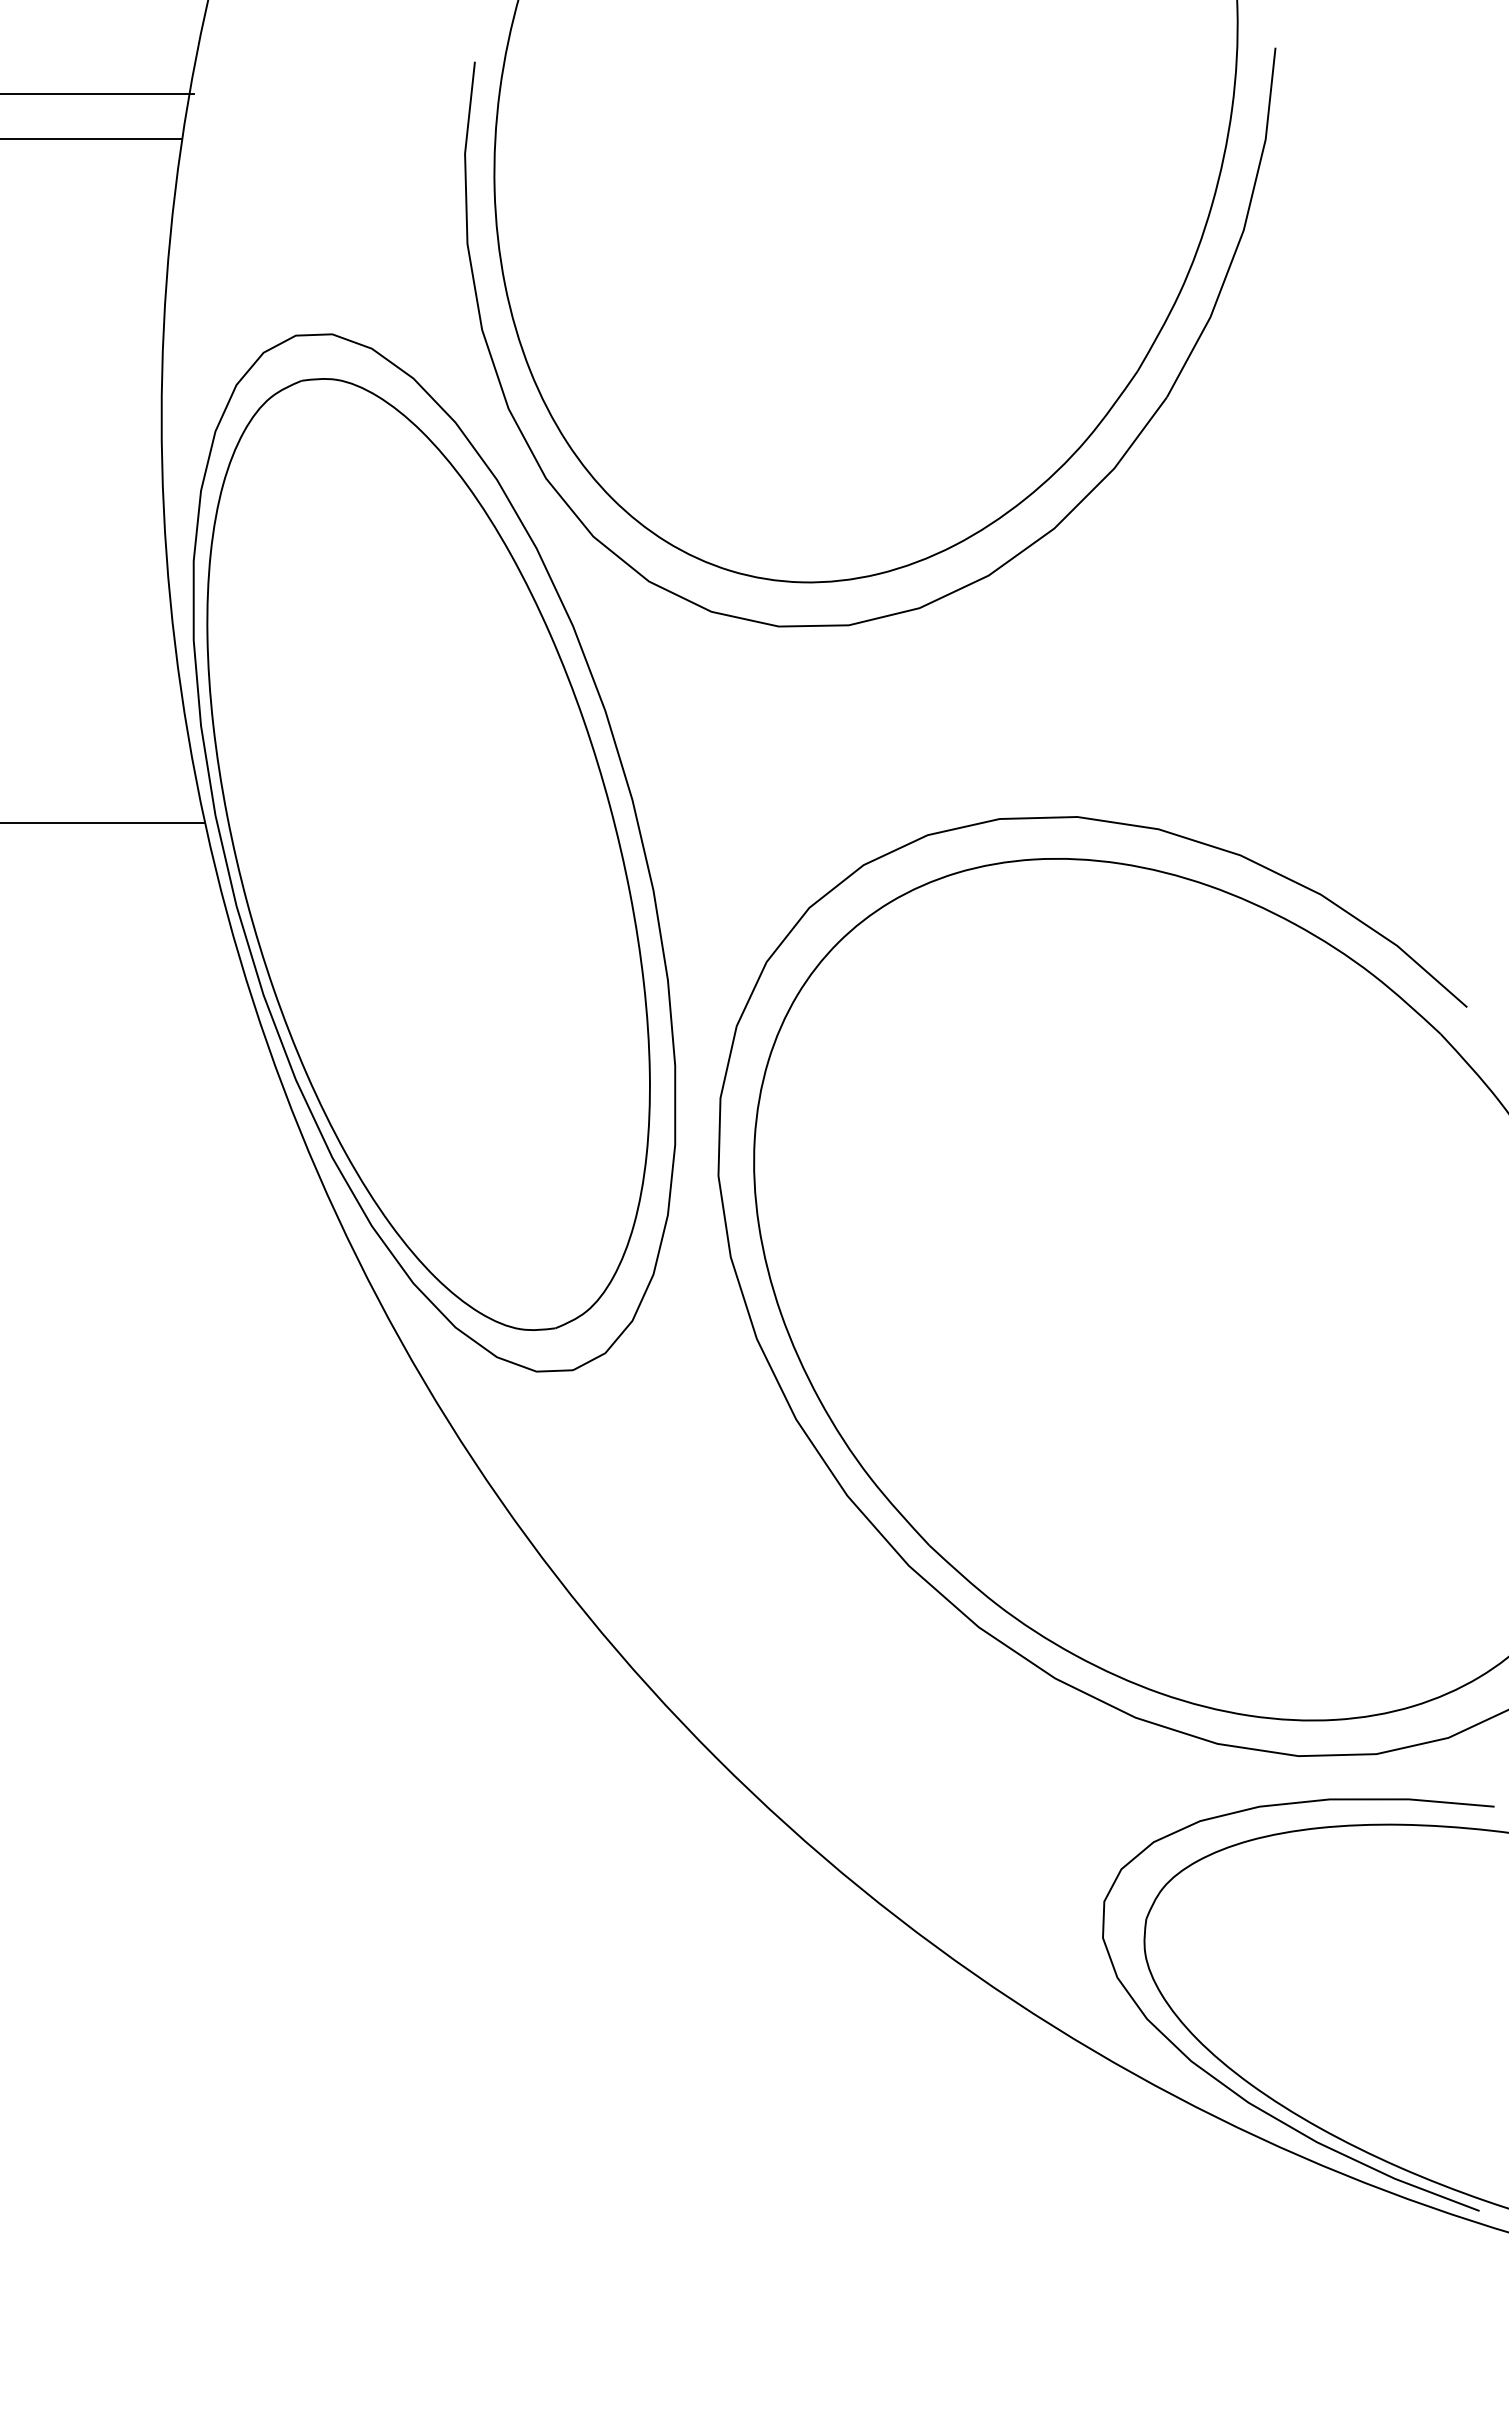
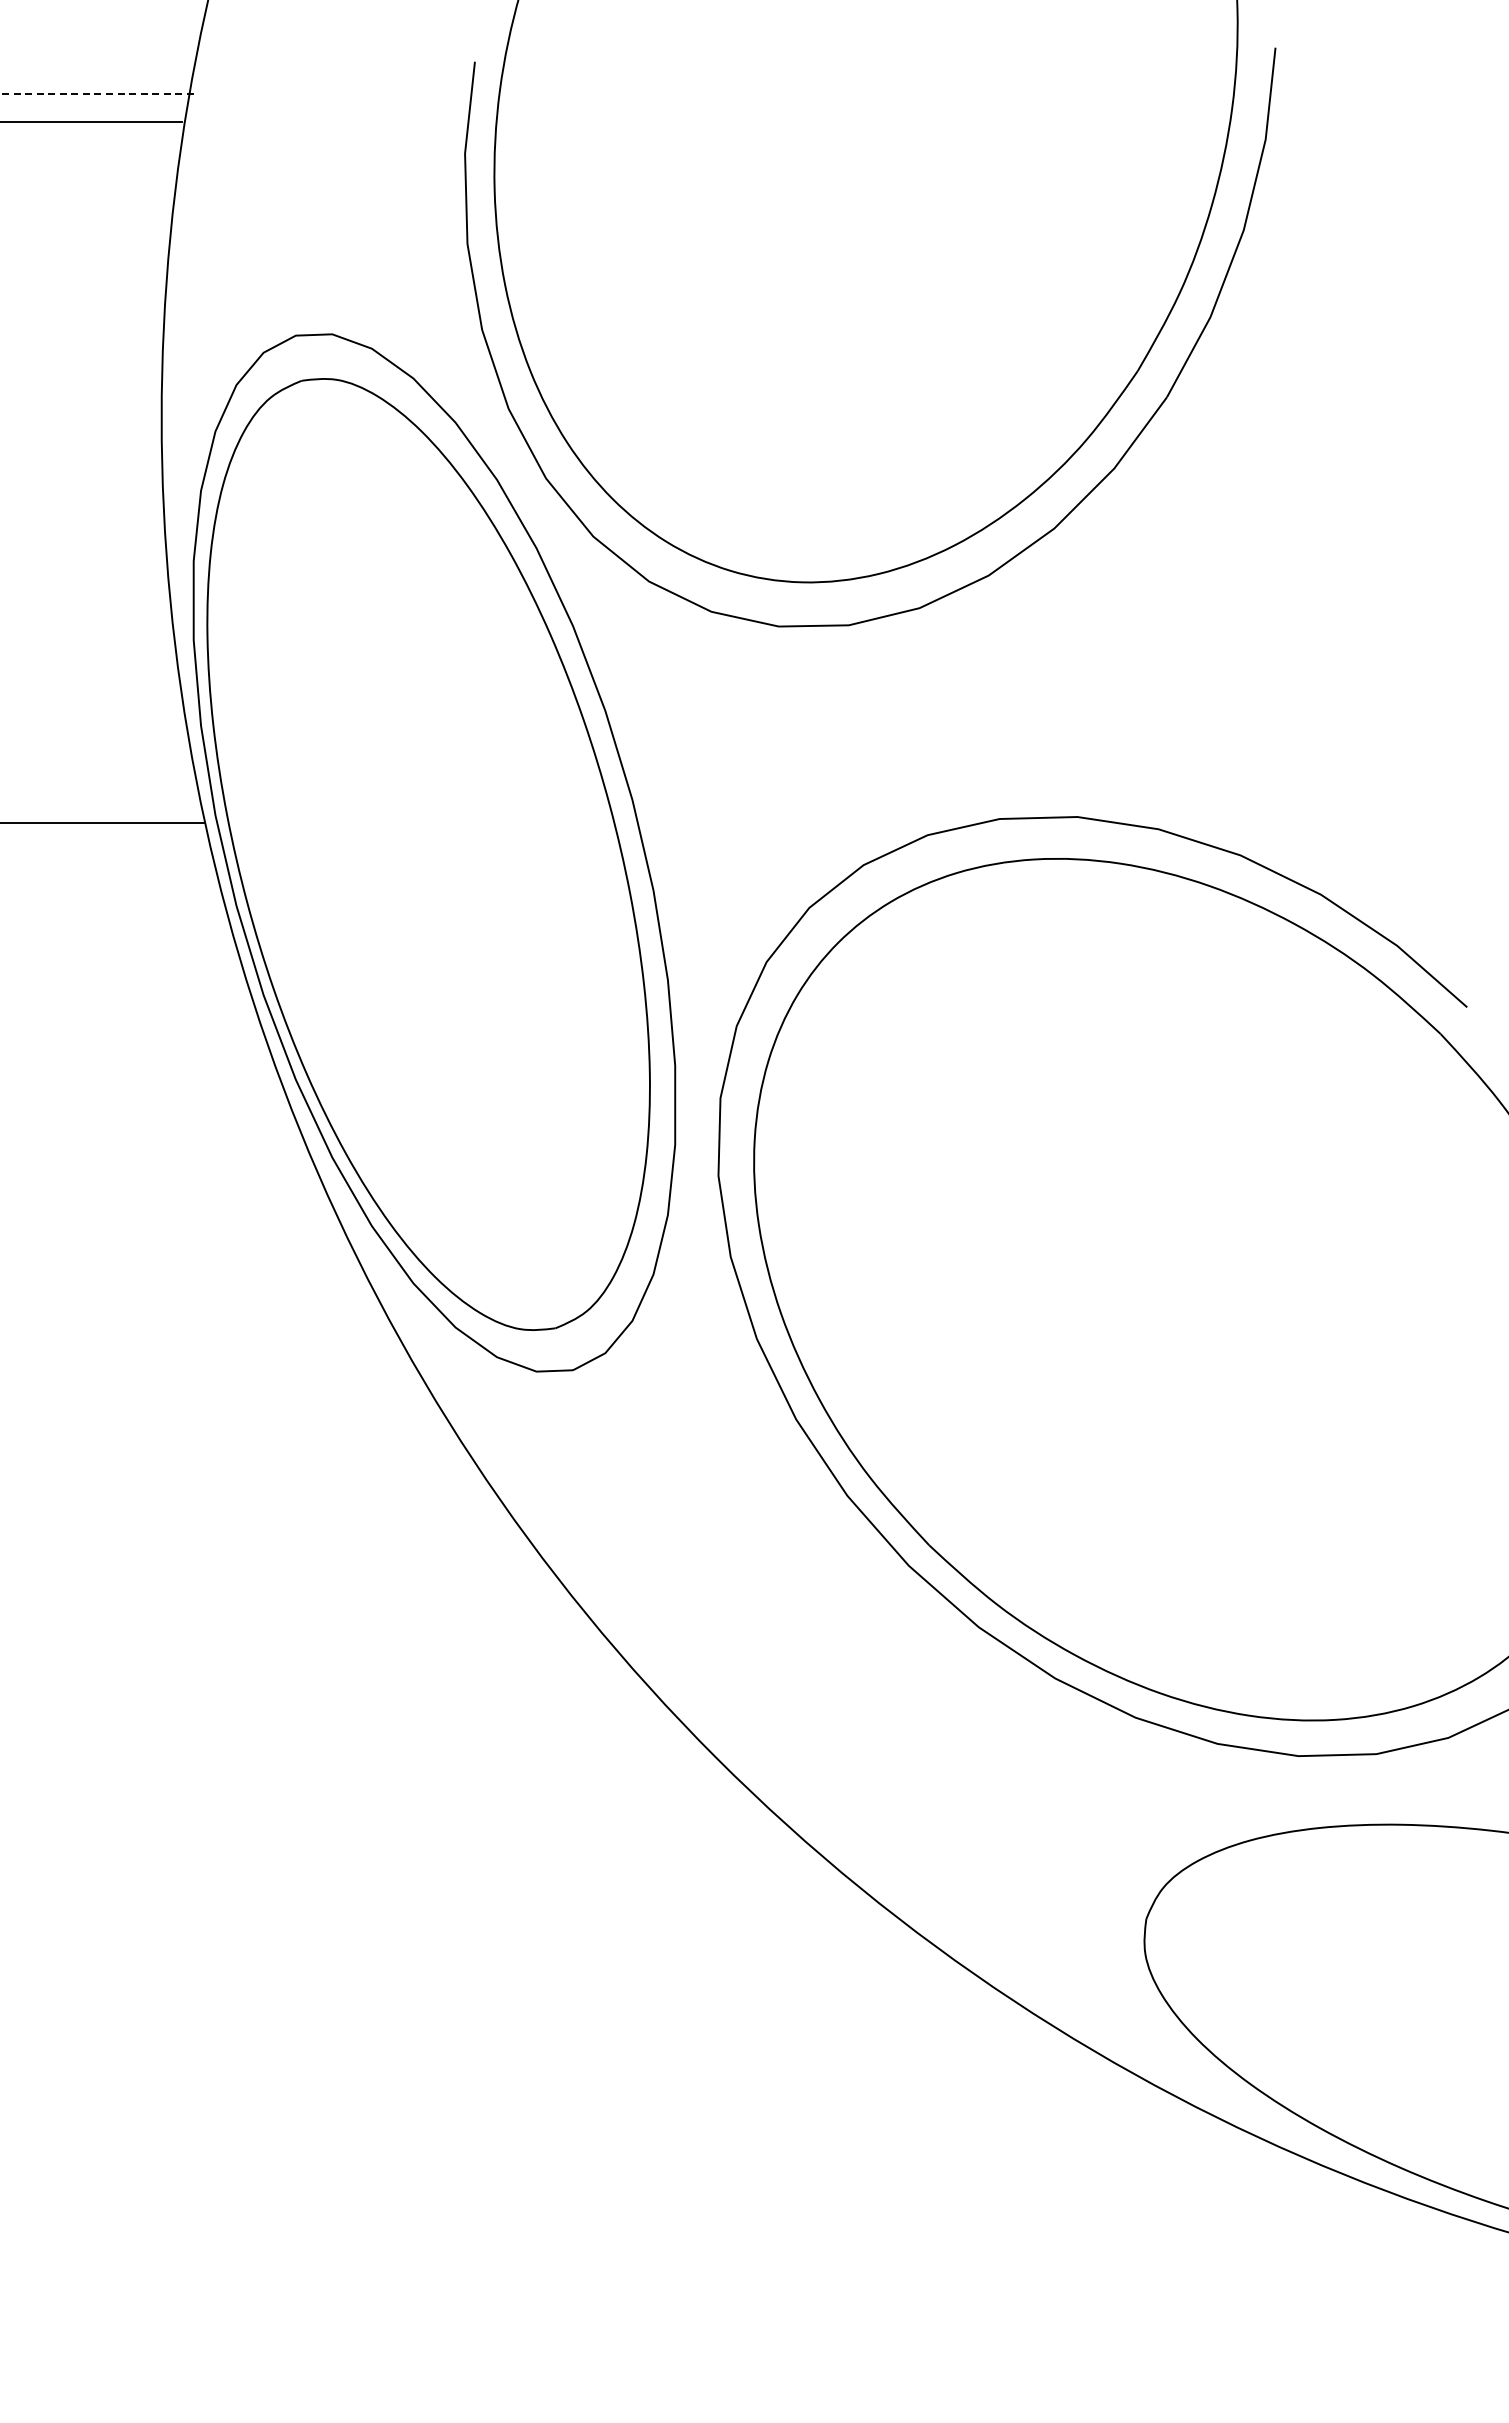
line at (97, 94): solid -> dashed
line at (92, 138) position: (92, 138) -> (92, 121)
curve at (1232, 2089): present -> none
